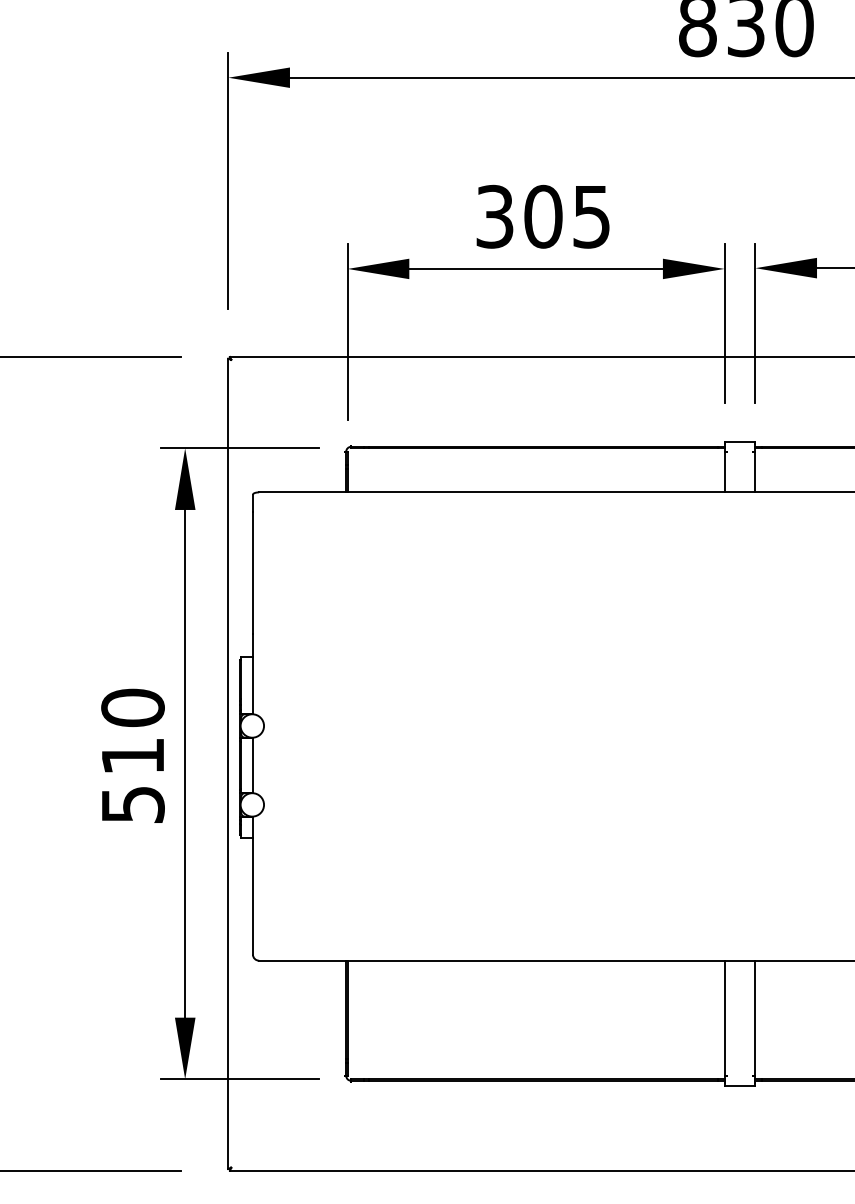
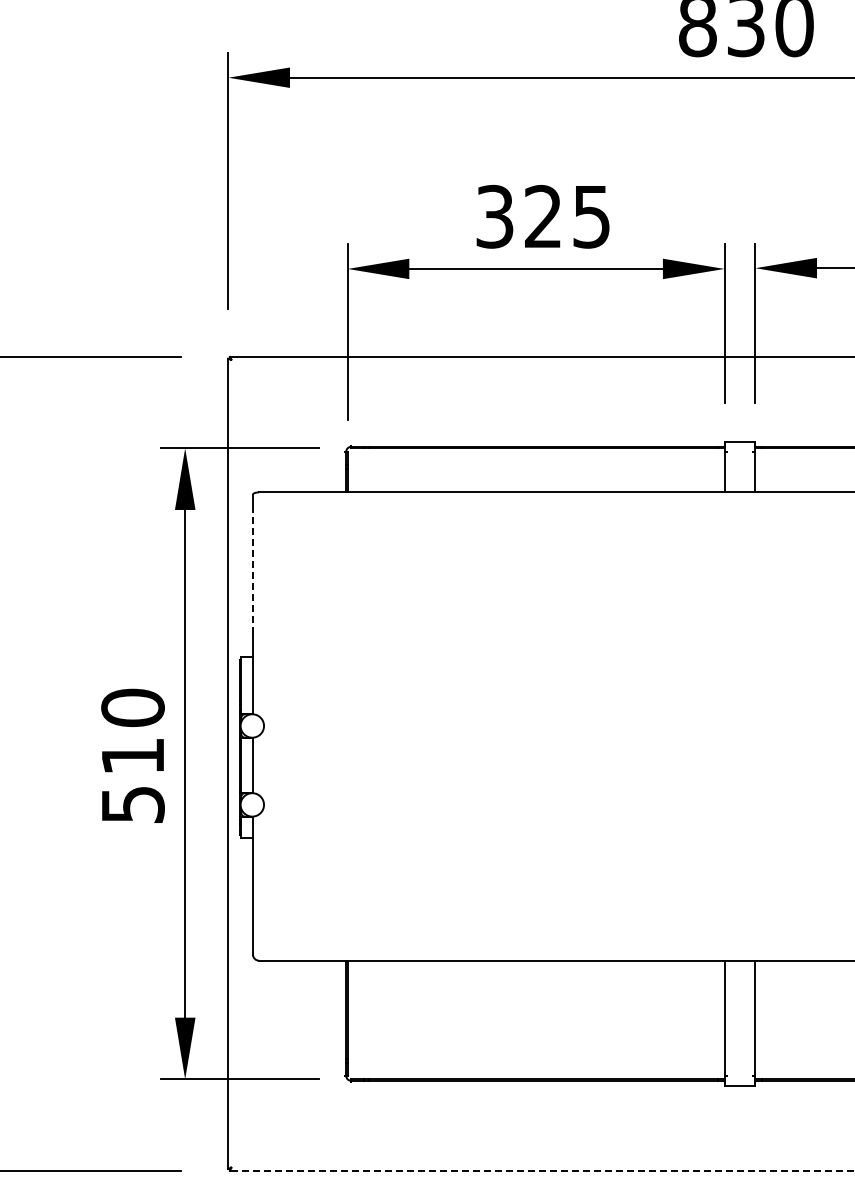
text at (543, 216): 305 -> 325
line at (252, 572): solid -> dashed
line at (541, 1170): solid -> dashed
